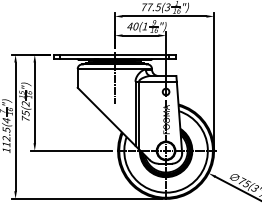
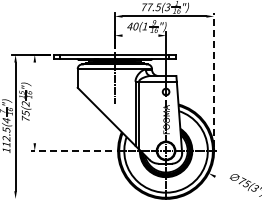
line at (140, 35): present -> none
line at (214, 79): solid -> dashed
line at (34, 102): present -> none
line at (70, 150): solid -> dashed
line at (236, 187): present -> none
line at (86, 198): present -> none
